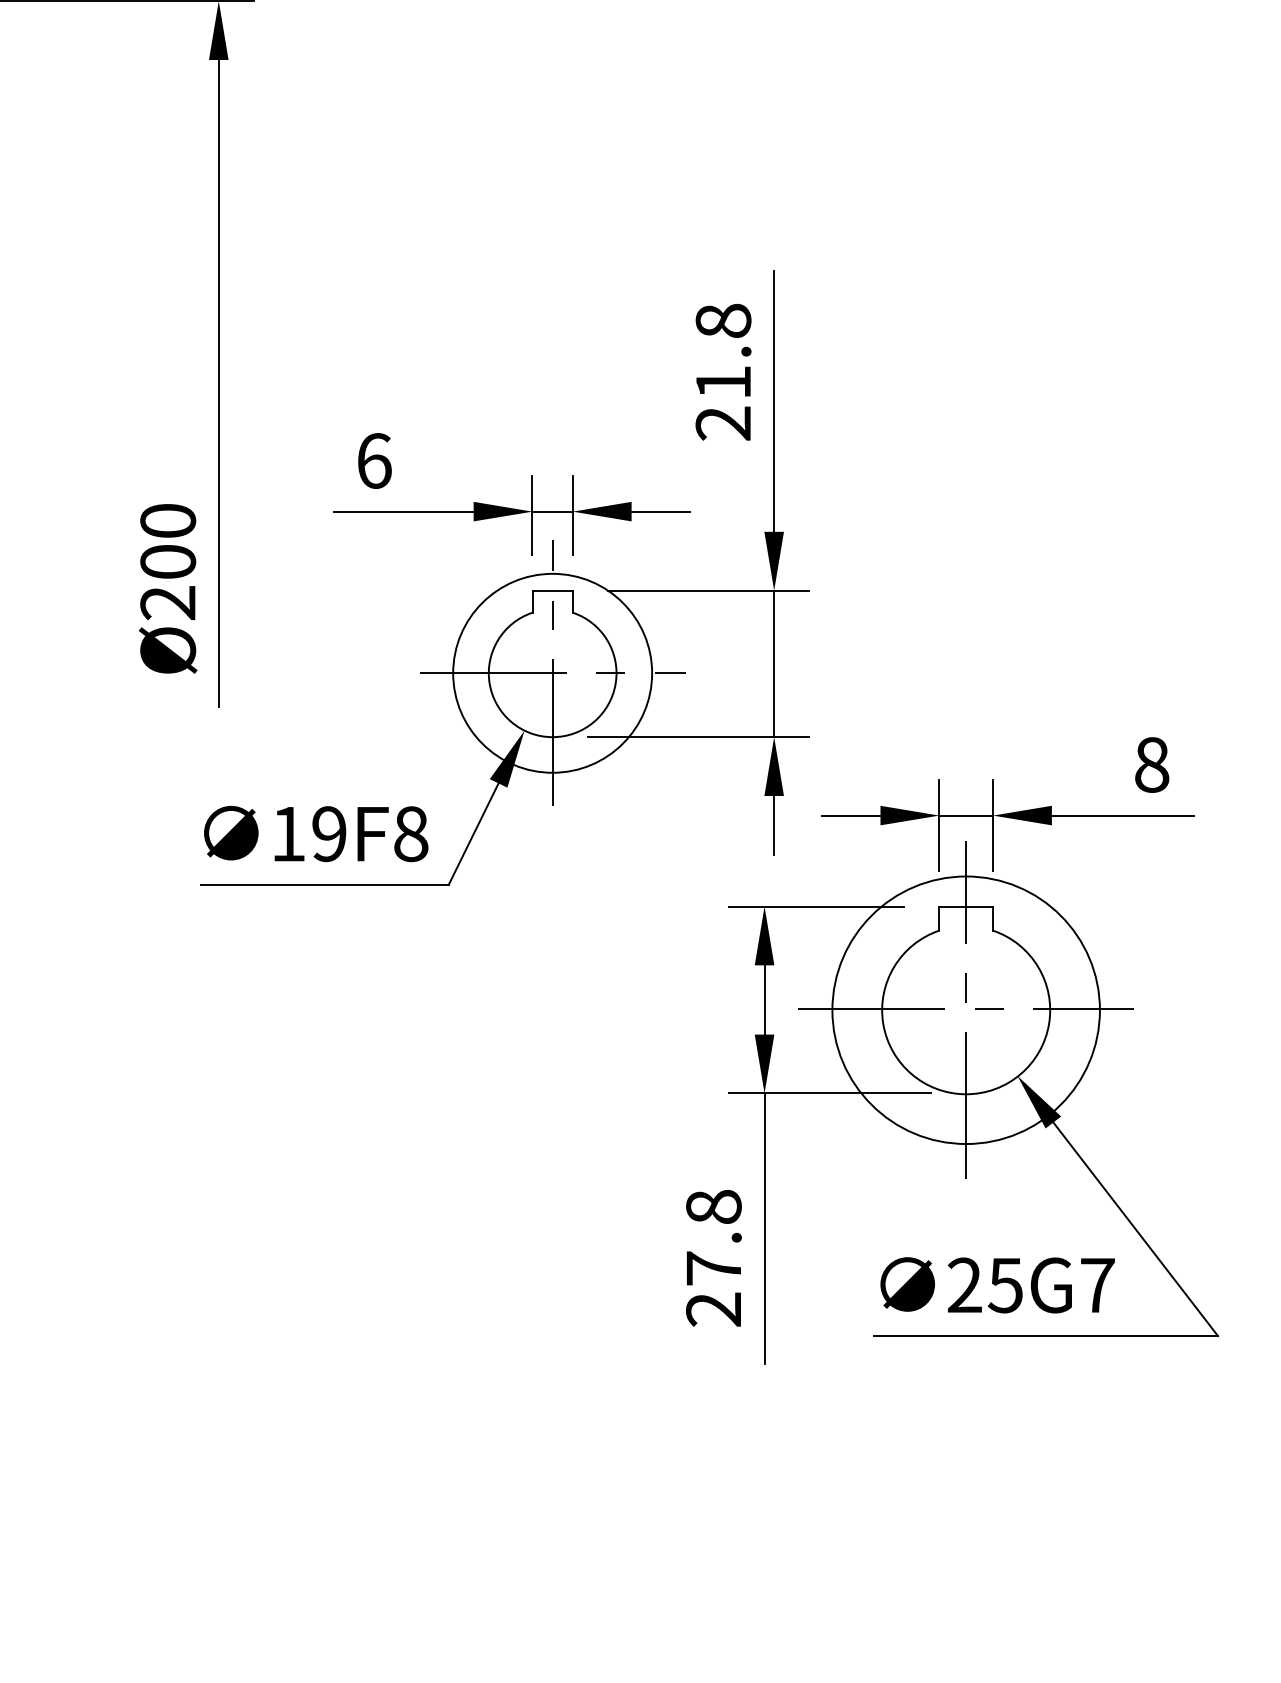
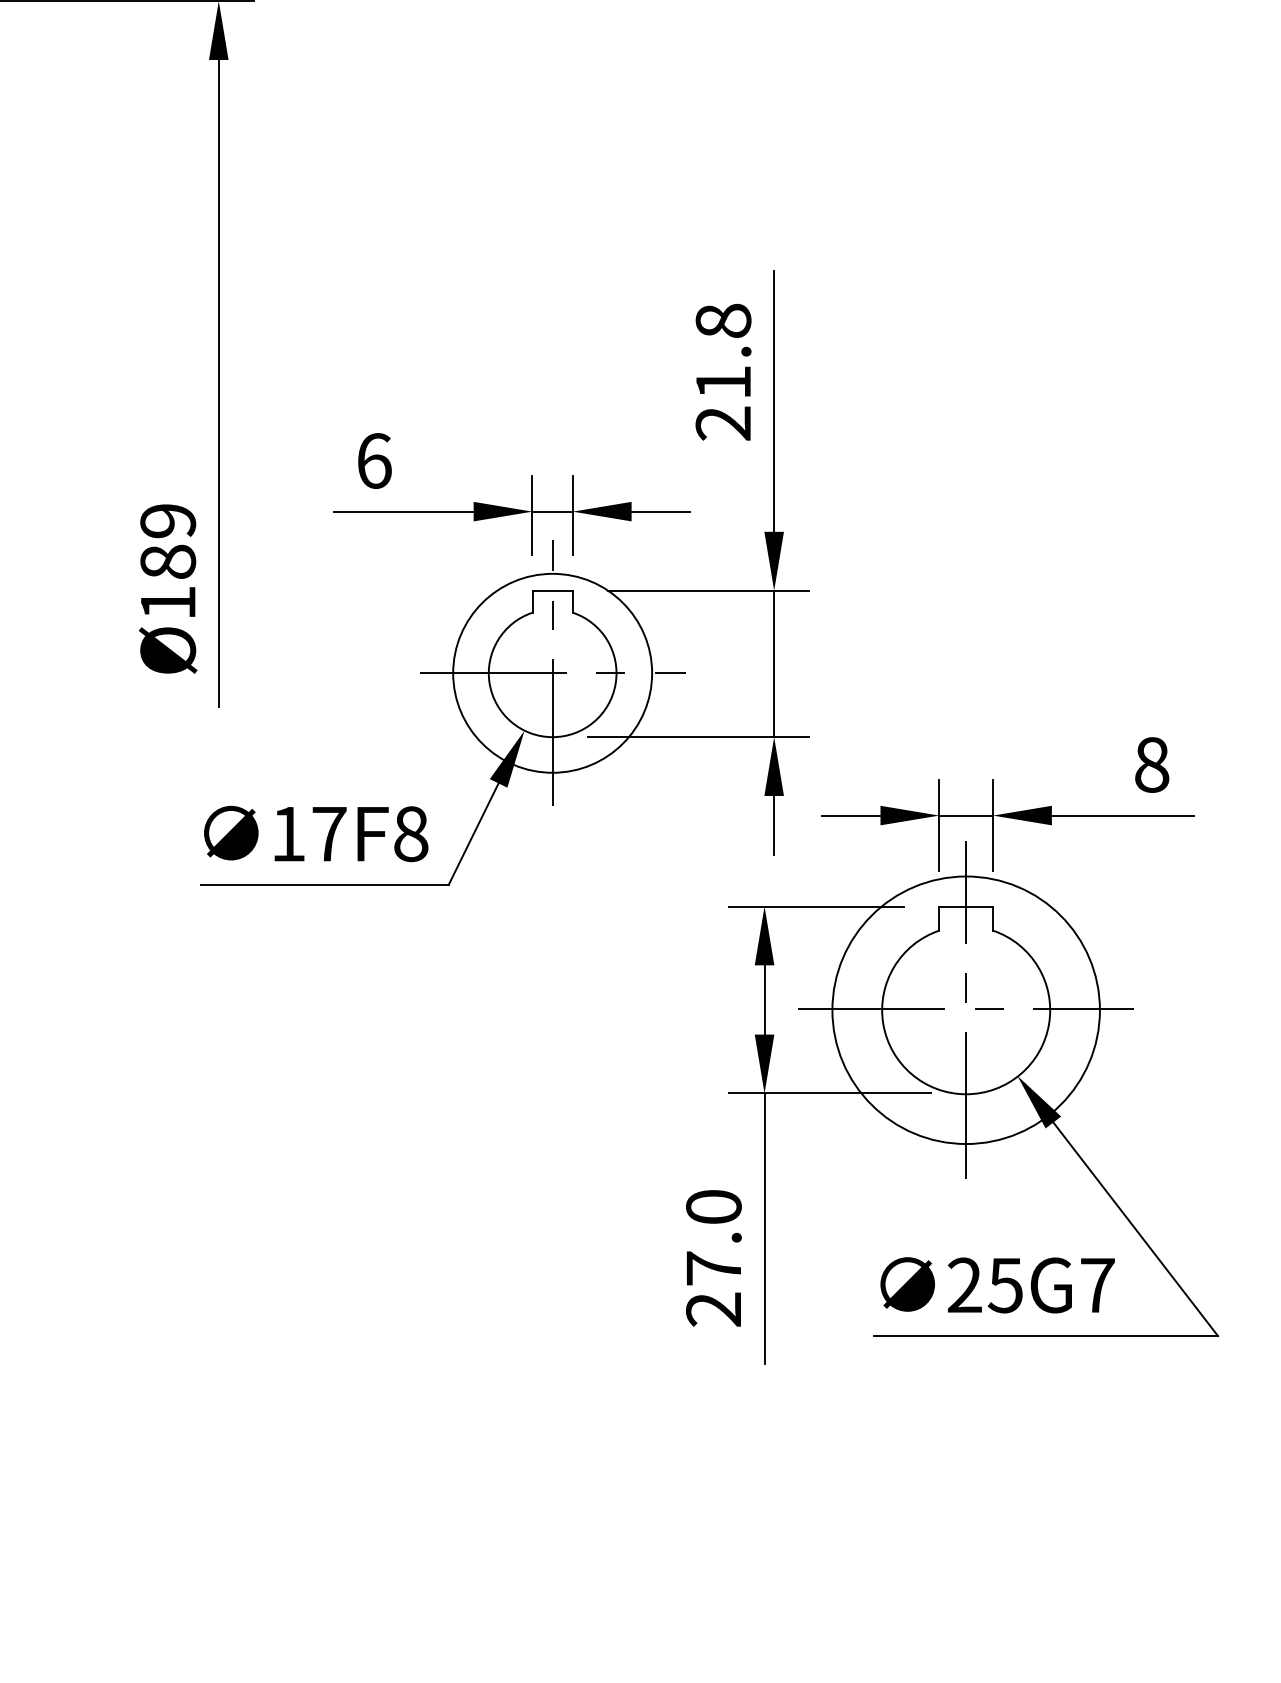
text at (168, 562): Ø200 -> Ø189
text at (329, 834): 19F8 -> 17F8
text at (713, 1206): 27.8 -> 27.0
